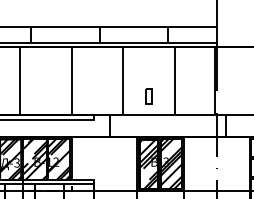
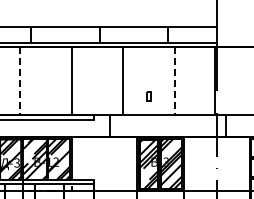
line at (20, 81): solid -> dashed
line at (174, 81): solid -> dashed
part at (148, 96) size: 8x17 px -> 6x11 px
